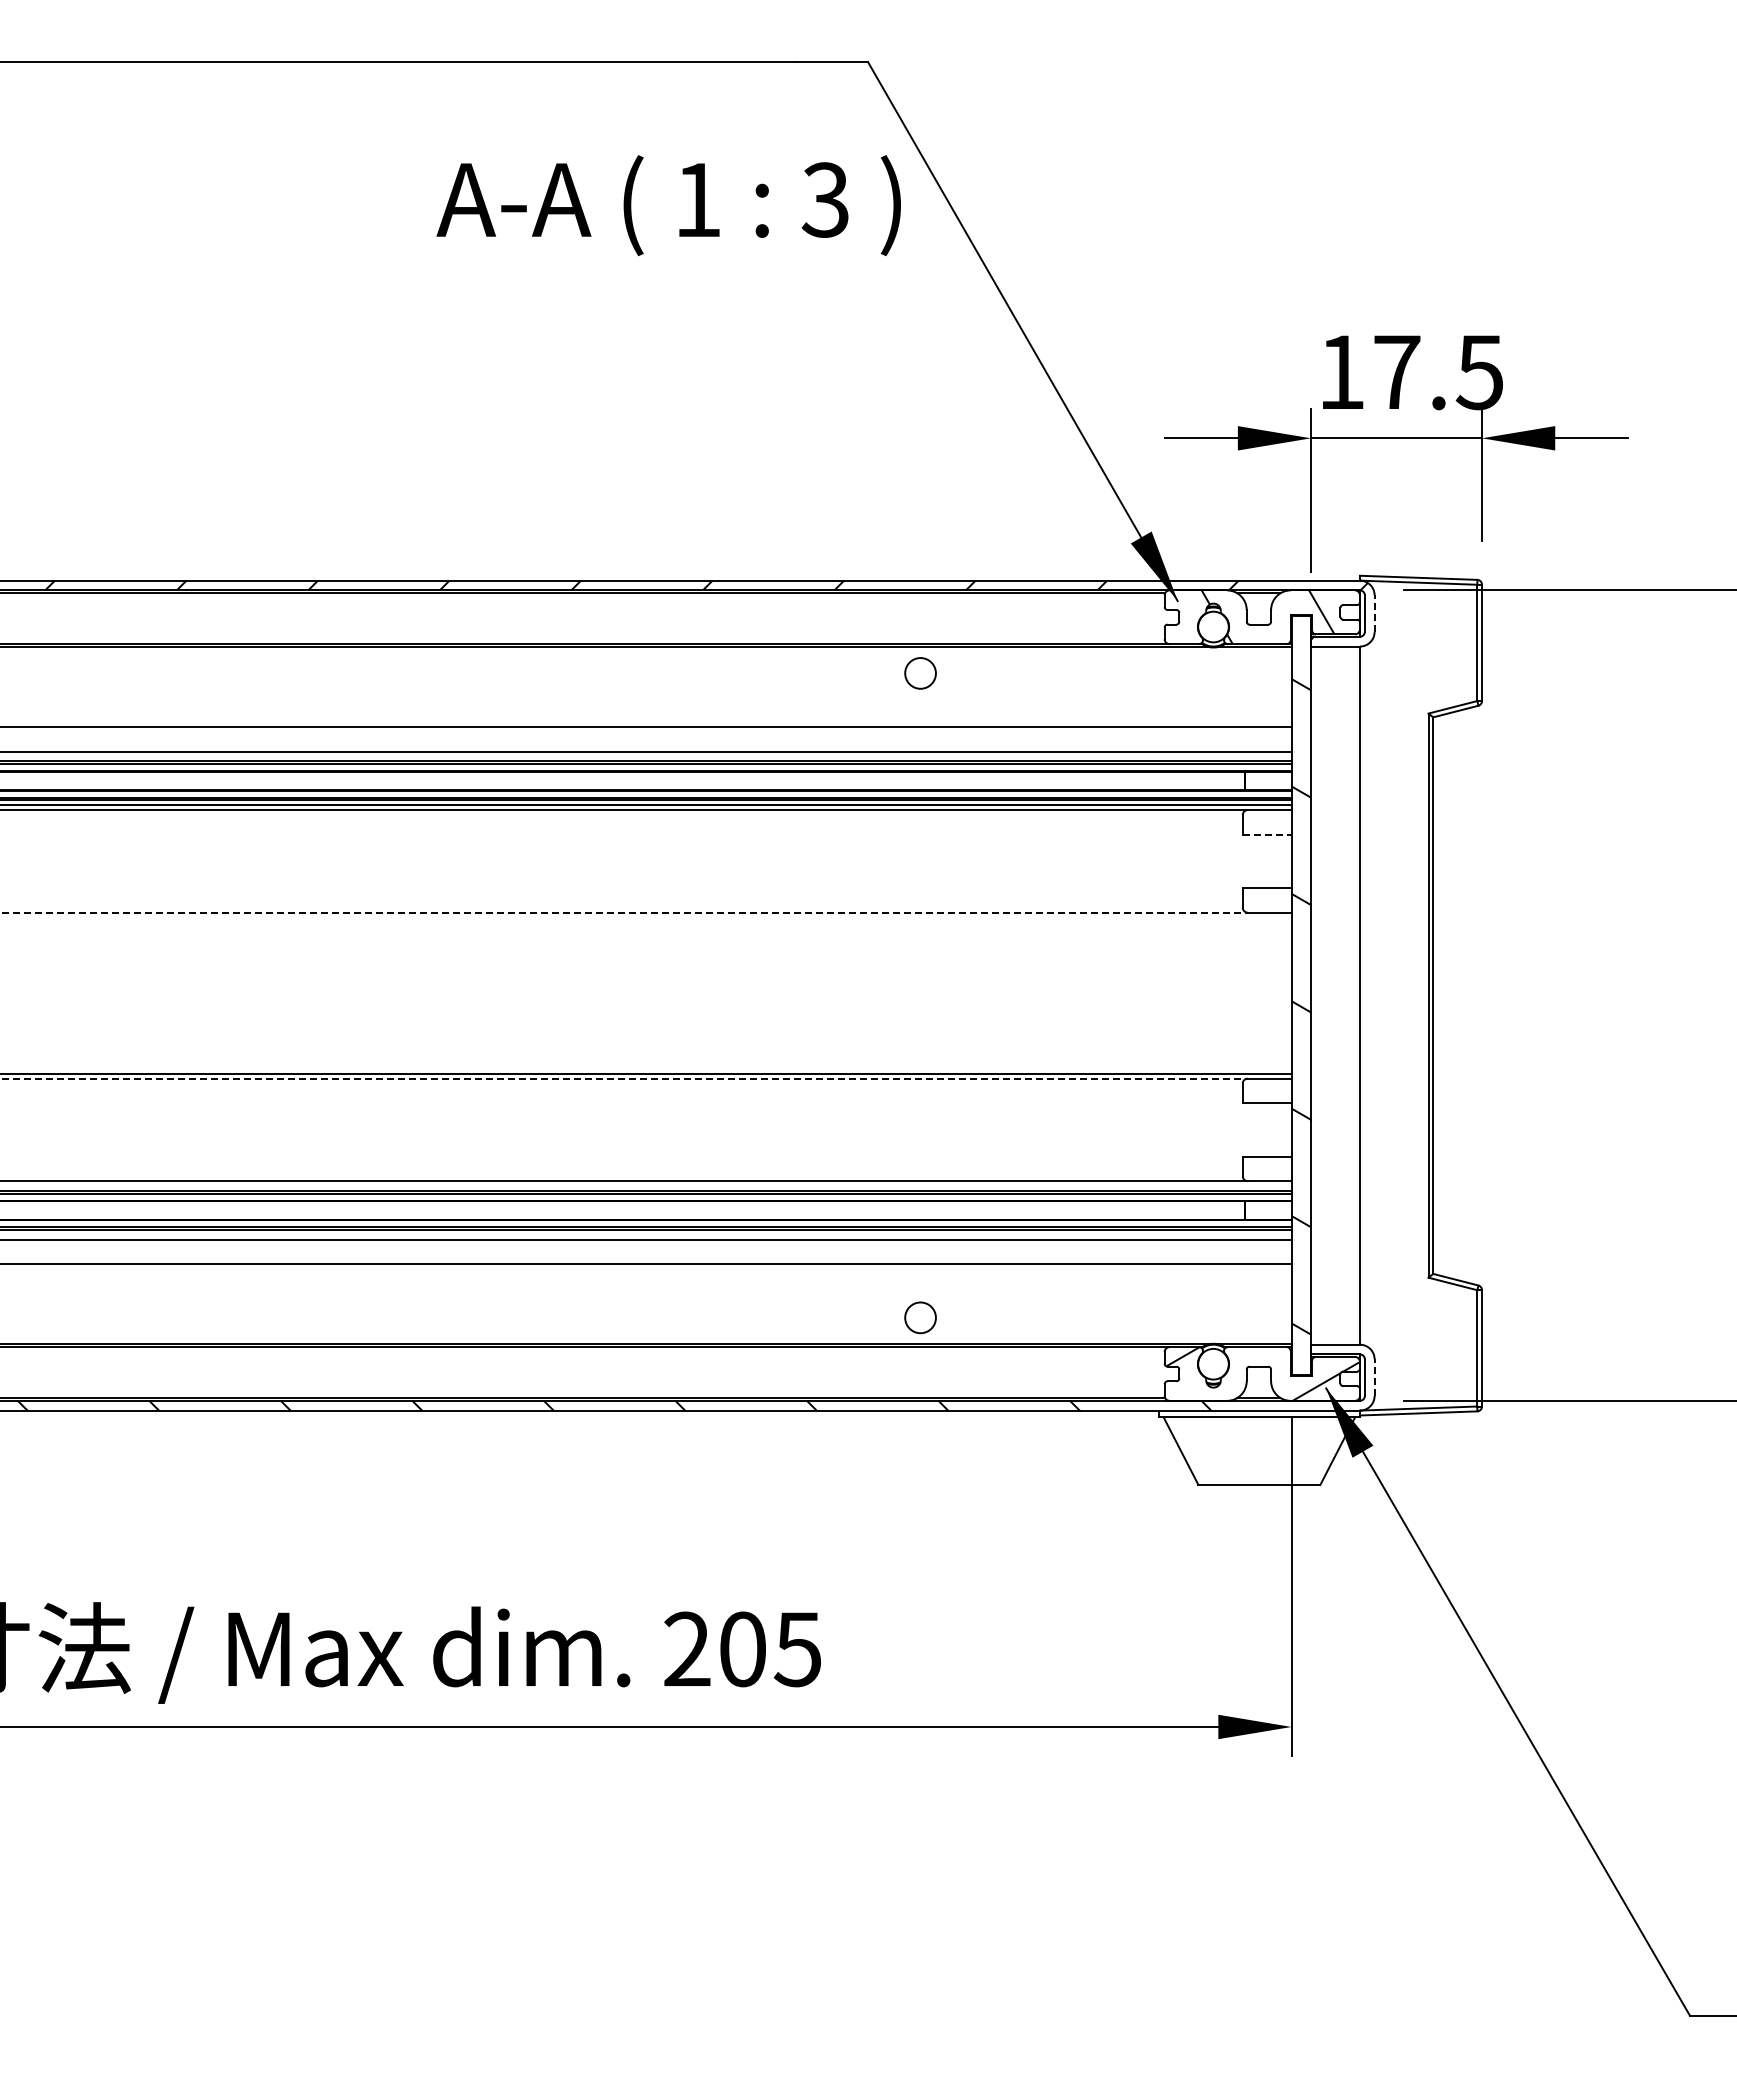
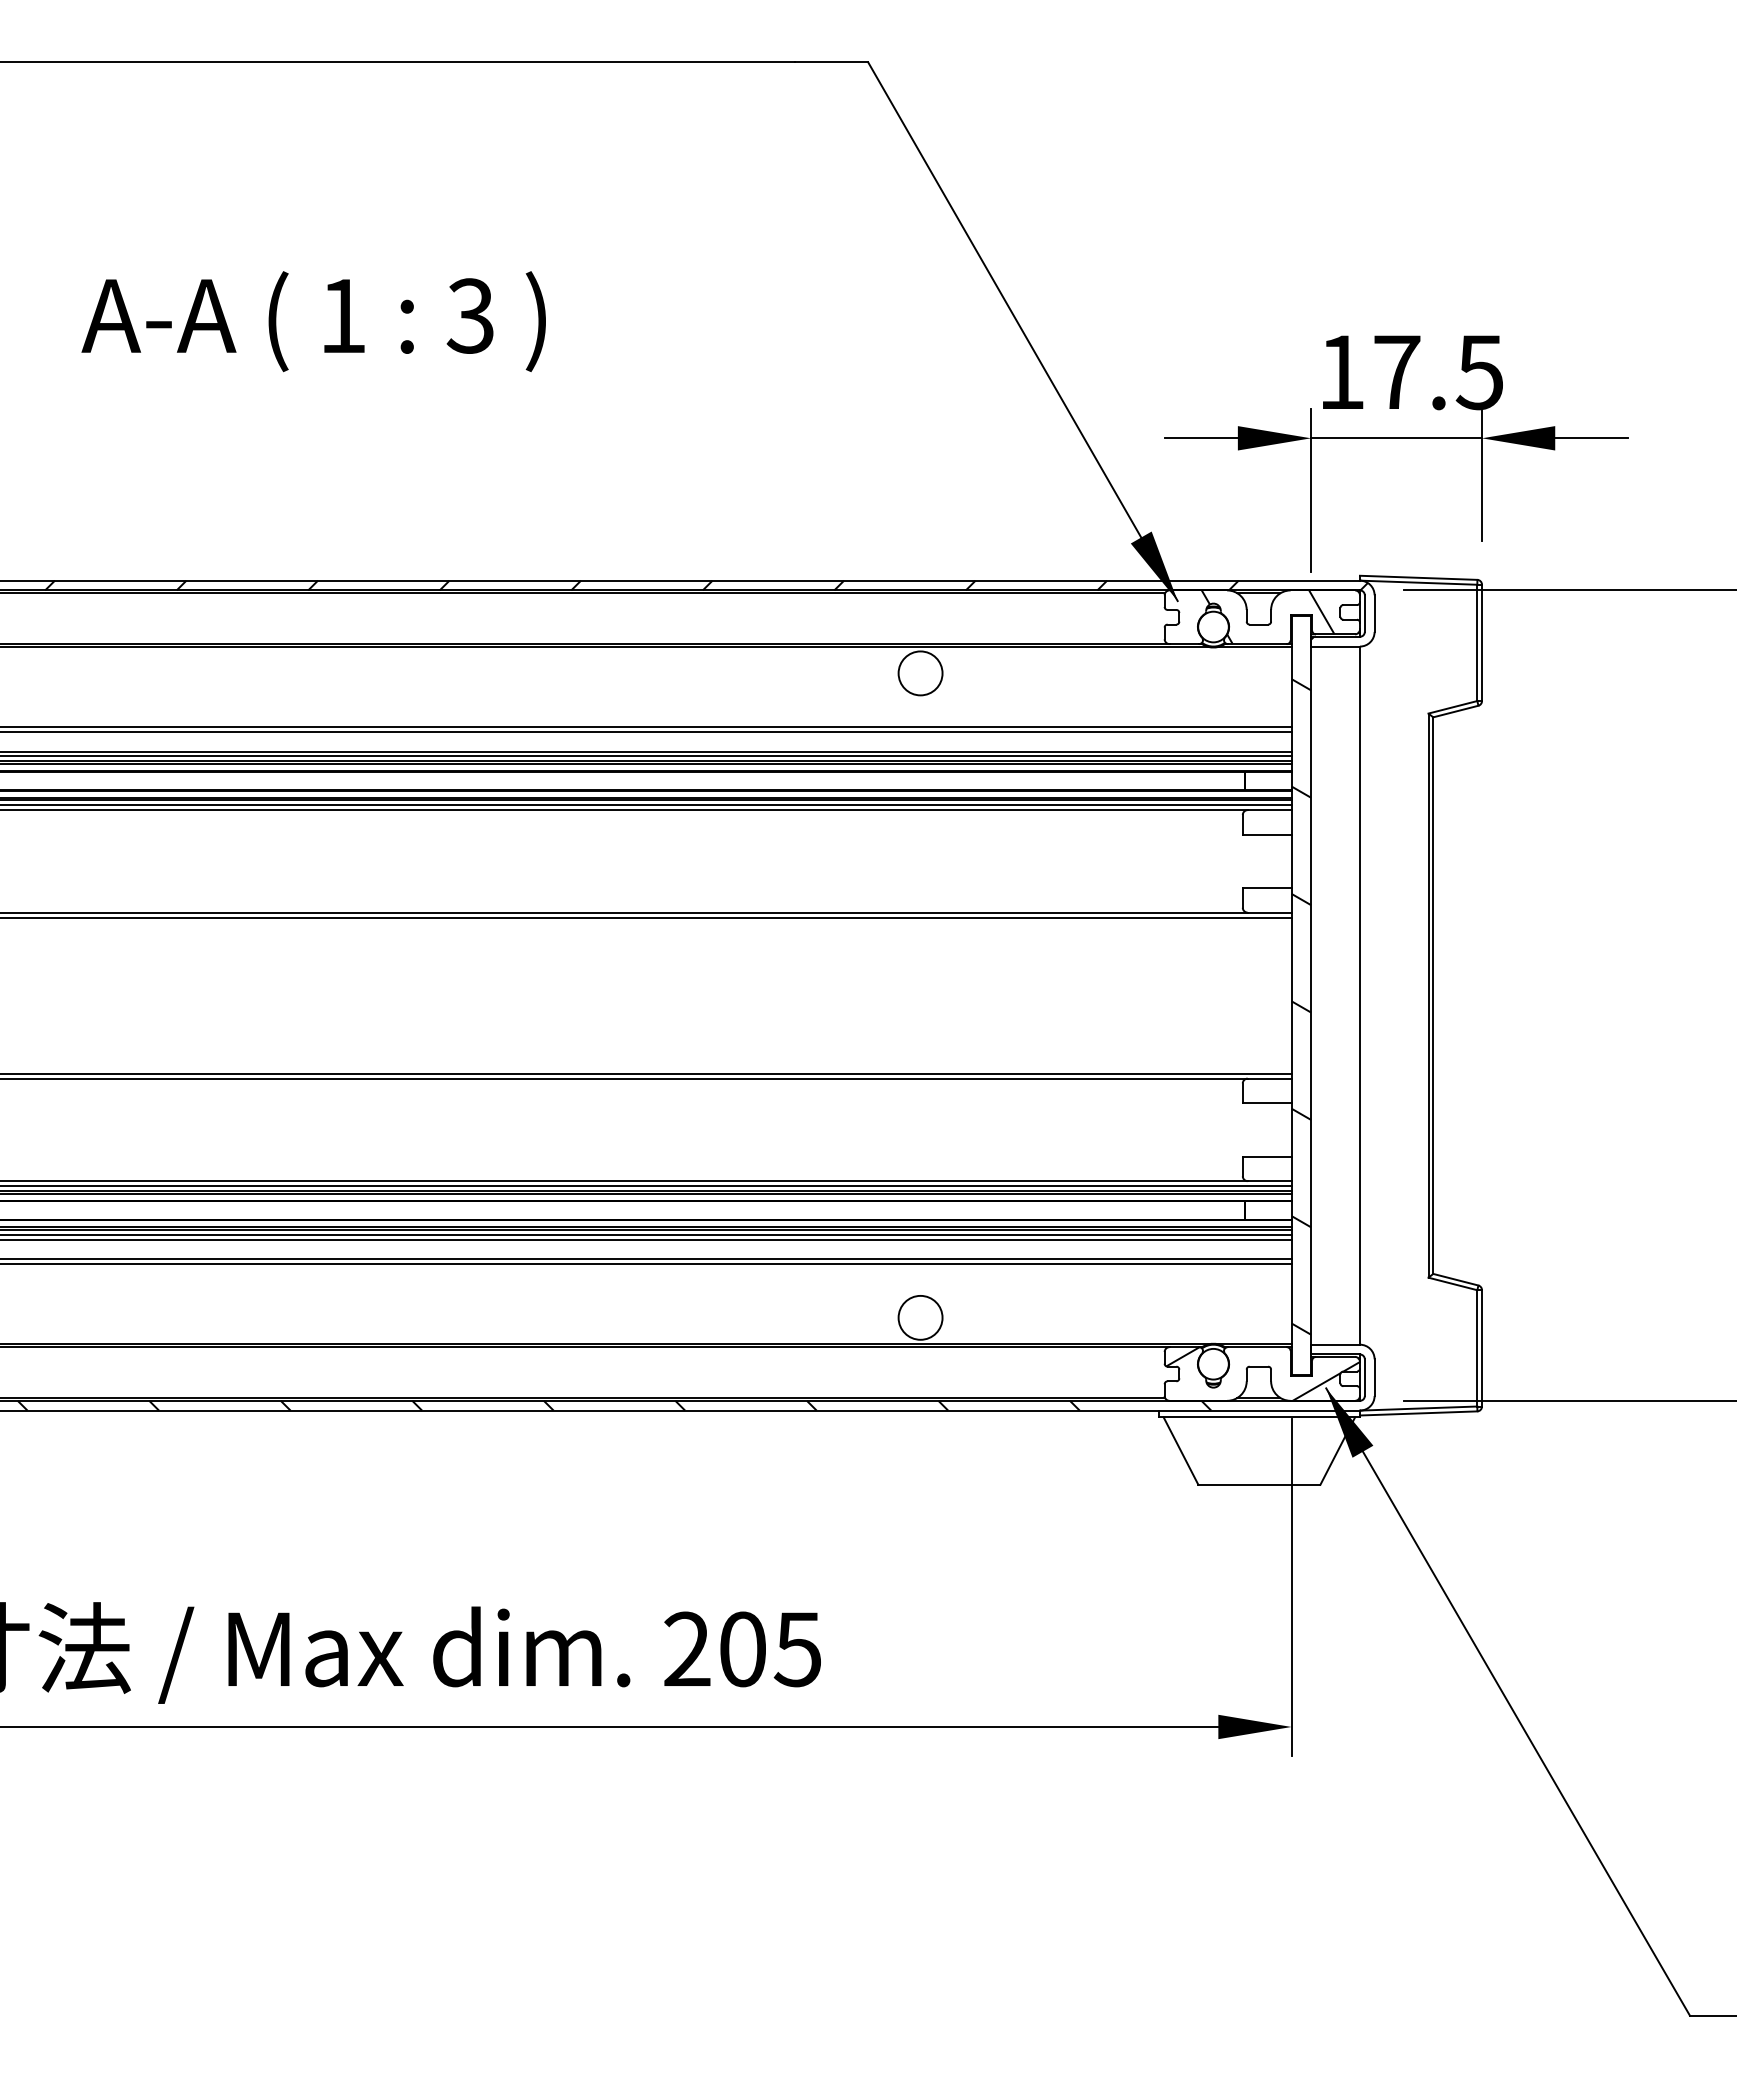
text at (668, 205) position: (668, 205) -> (313, 321)
line at (1374, 613): dashed -> solid
circle at (920, 673) diameter: 31 px -> 44 px
line at (646, 732): none -> present
line at (646, 756): none -> present
line at (1267, 834): dashed -> solid
line at (623, 912): dashed -> solid
line at (646, 917): none -> present
line at (623, 1078): dashed -> solid
line at (646, 1186): none -> present
line at (646, 1234): none -> present
line at (646, 1259): none -> present
circle at (920, 1317) diameter: 31 px -> 44 px
line at (1374, 1377): dashed -> solid
